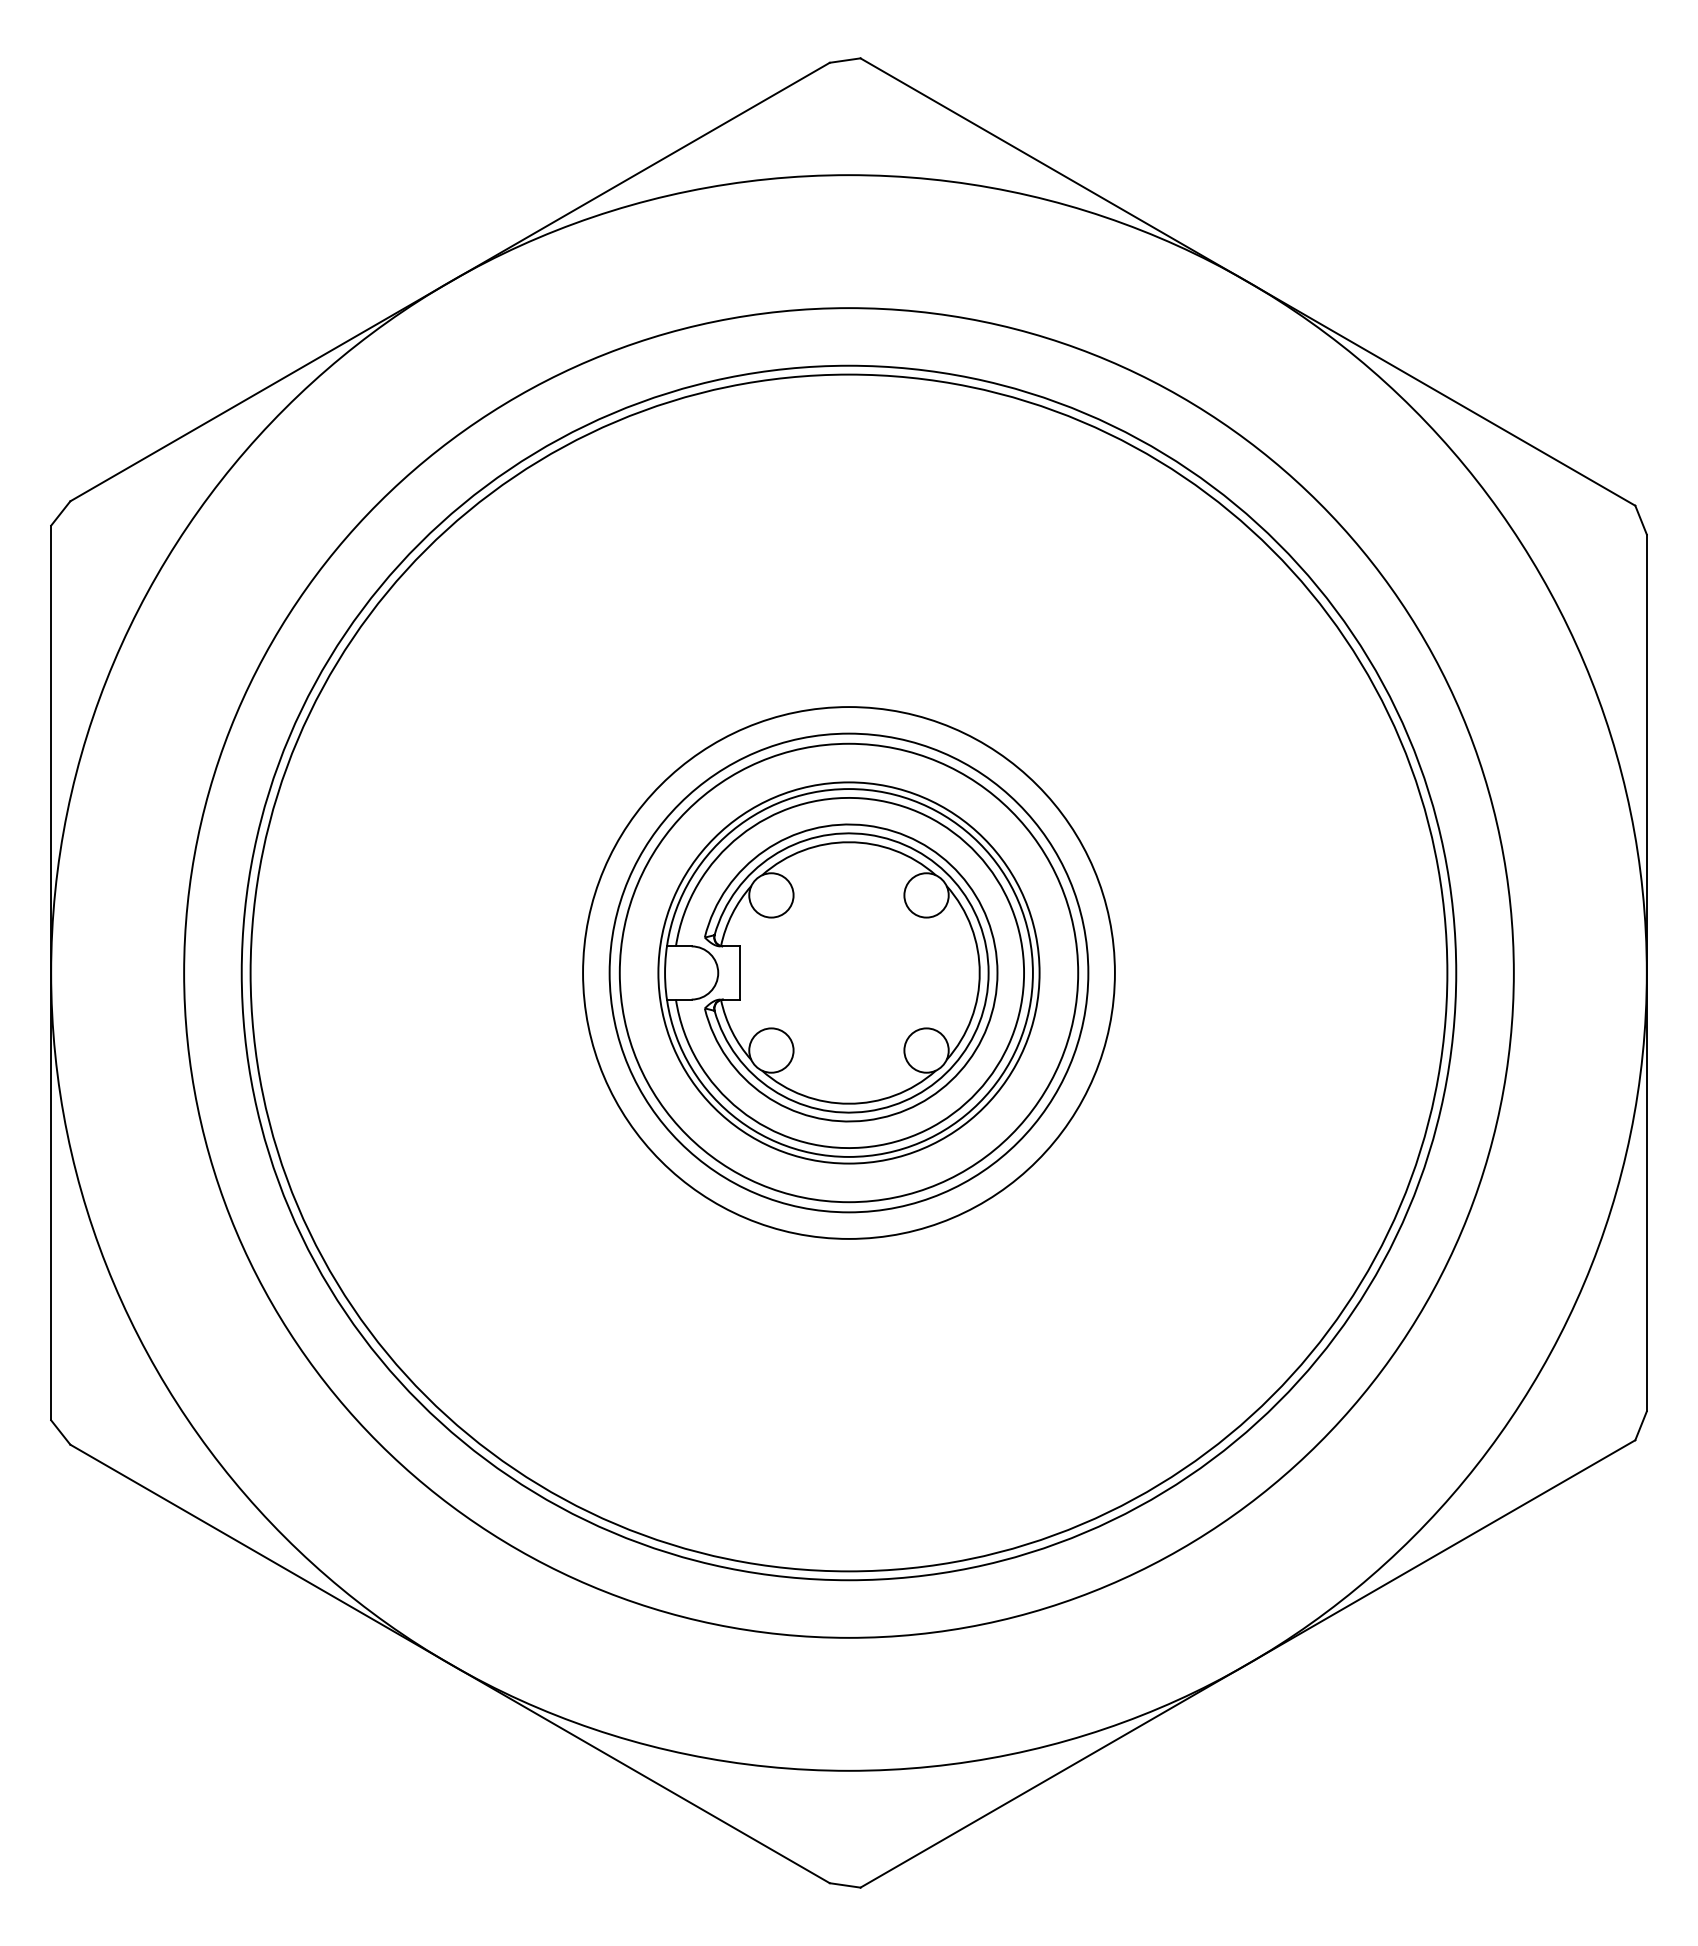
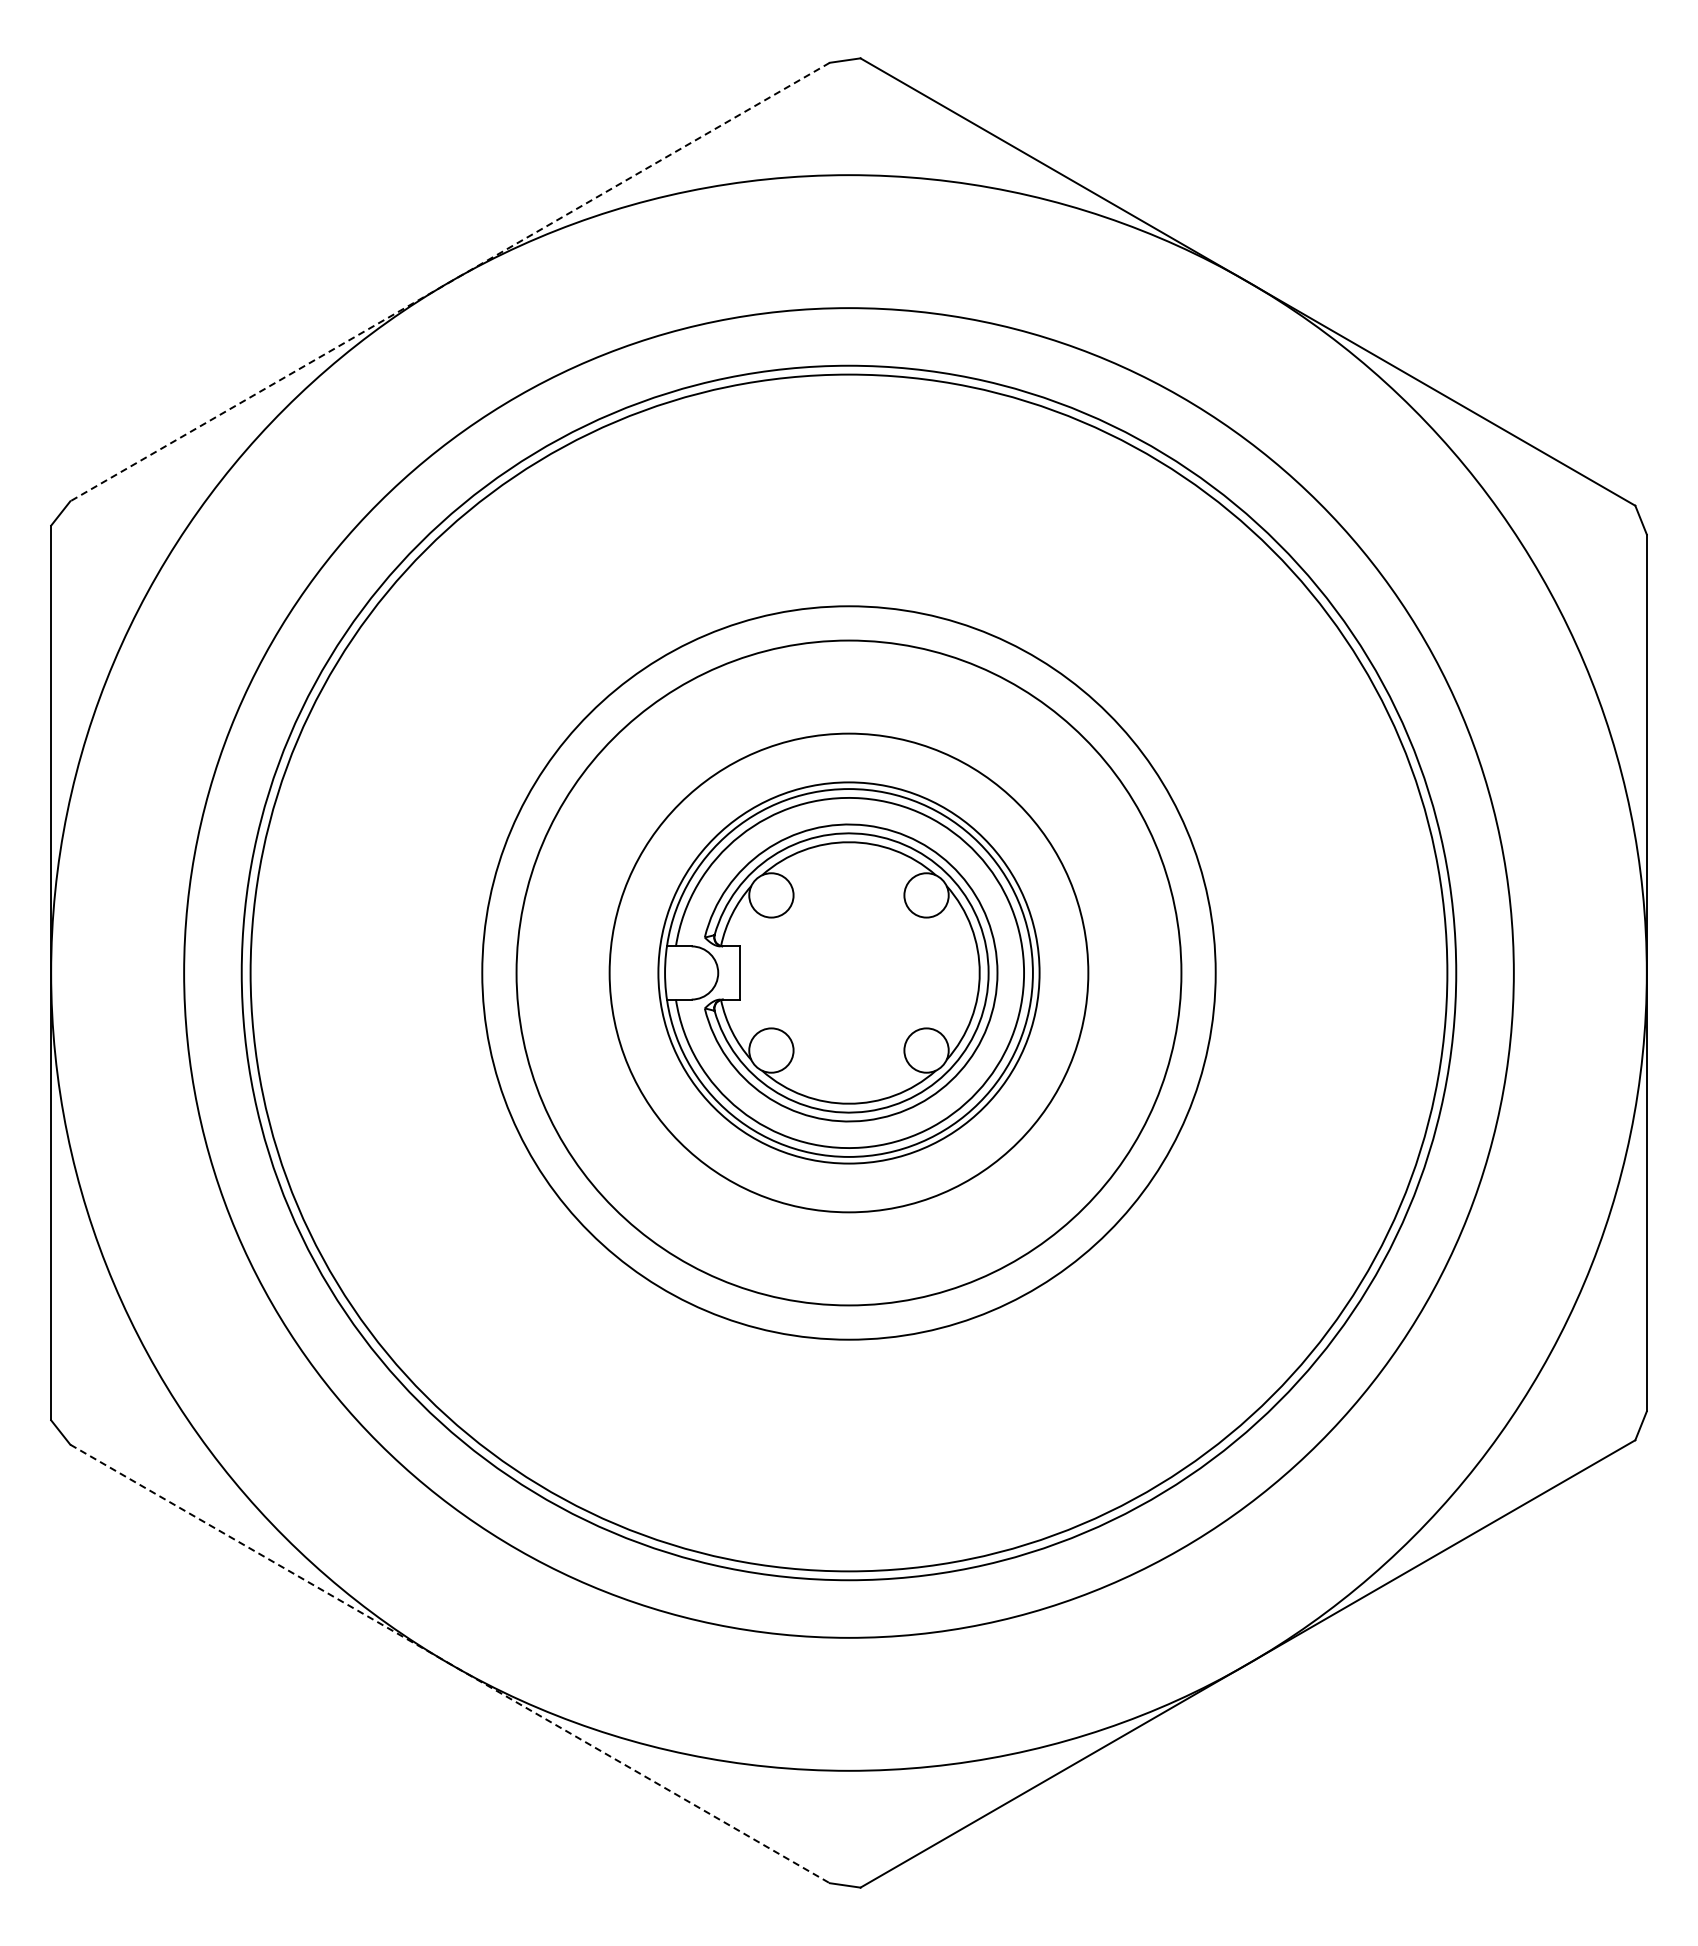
line at (449, 282): solid -> dashed
circle at (848, 972) diameter: 458 px -> 733 px
circle at (848, 972) diameter: 532 px -> 665 px
line at (450, 1664): solid -> dashed
